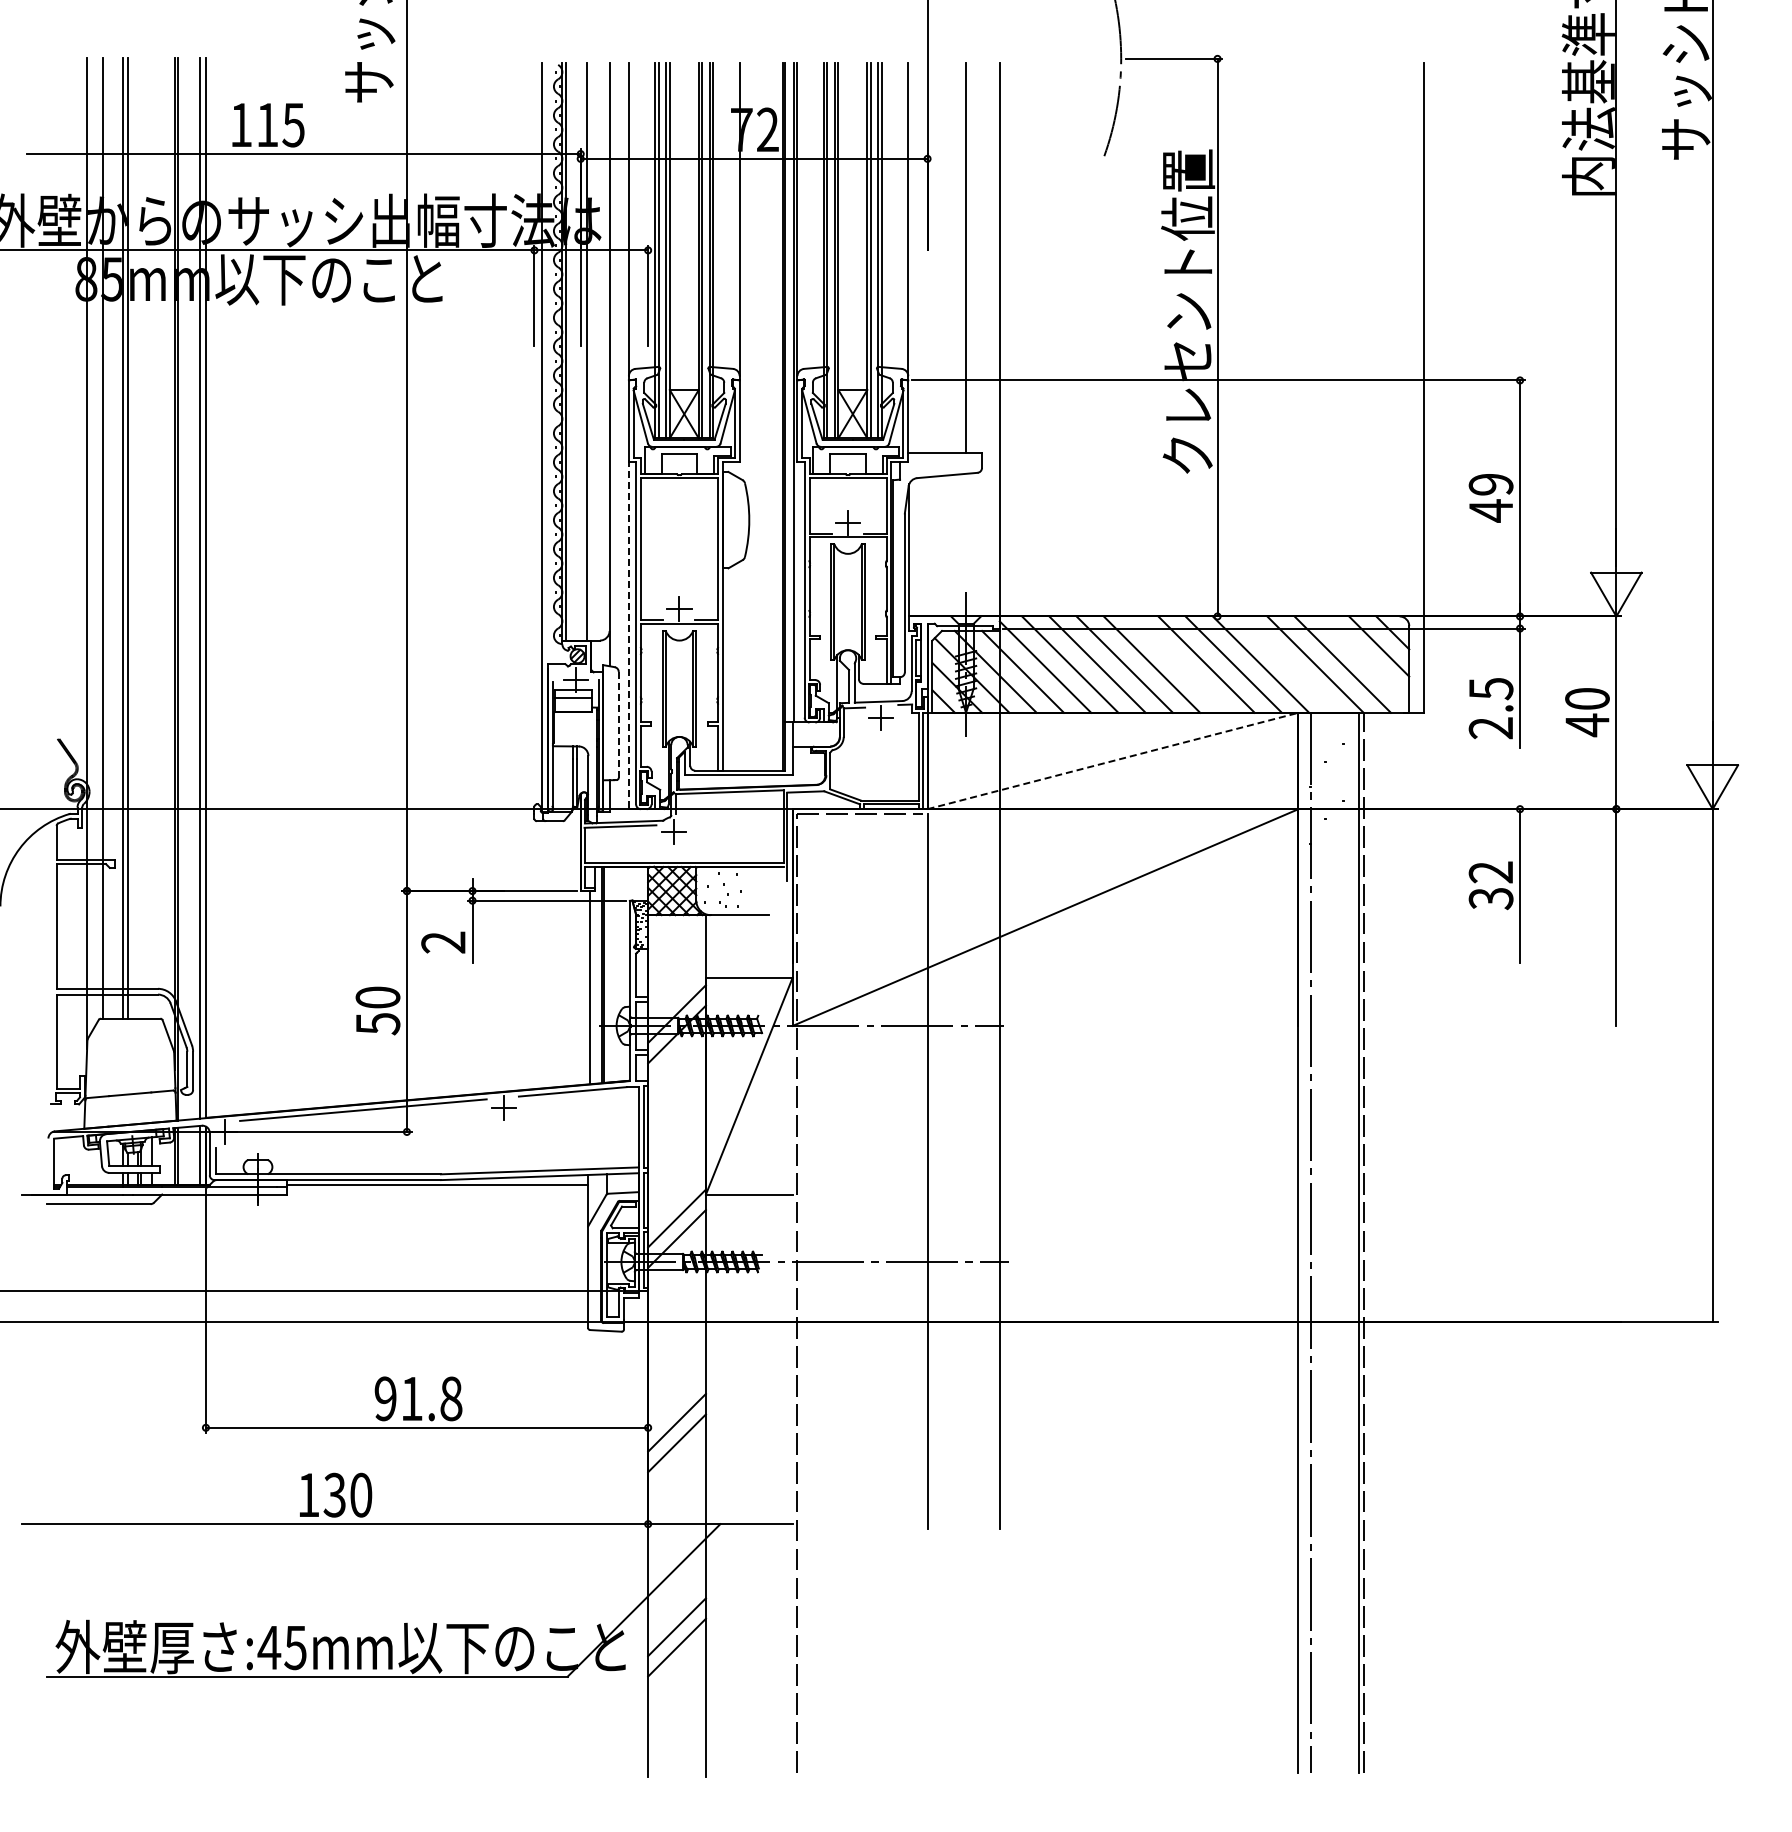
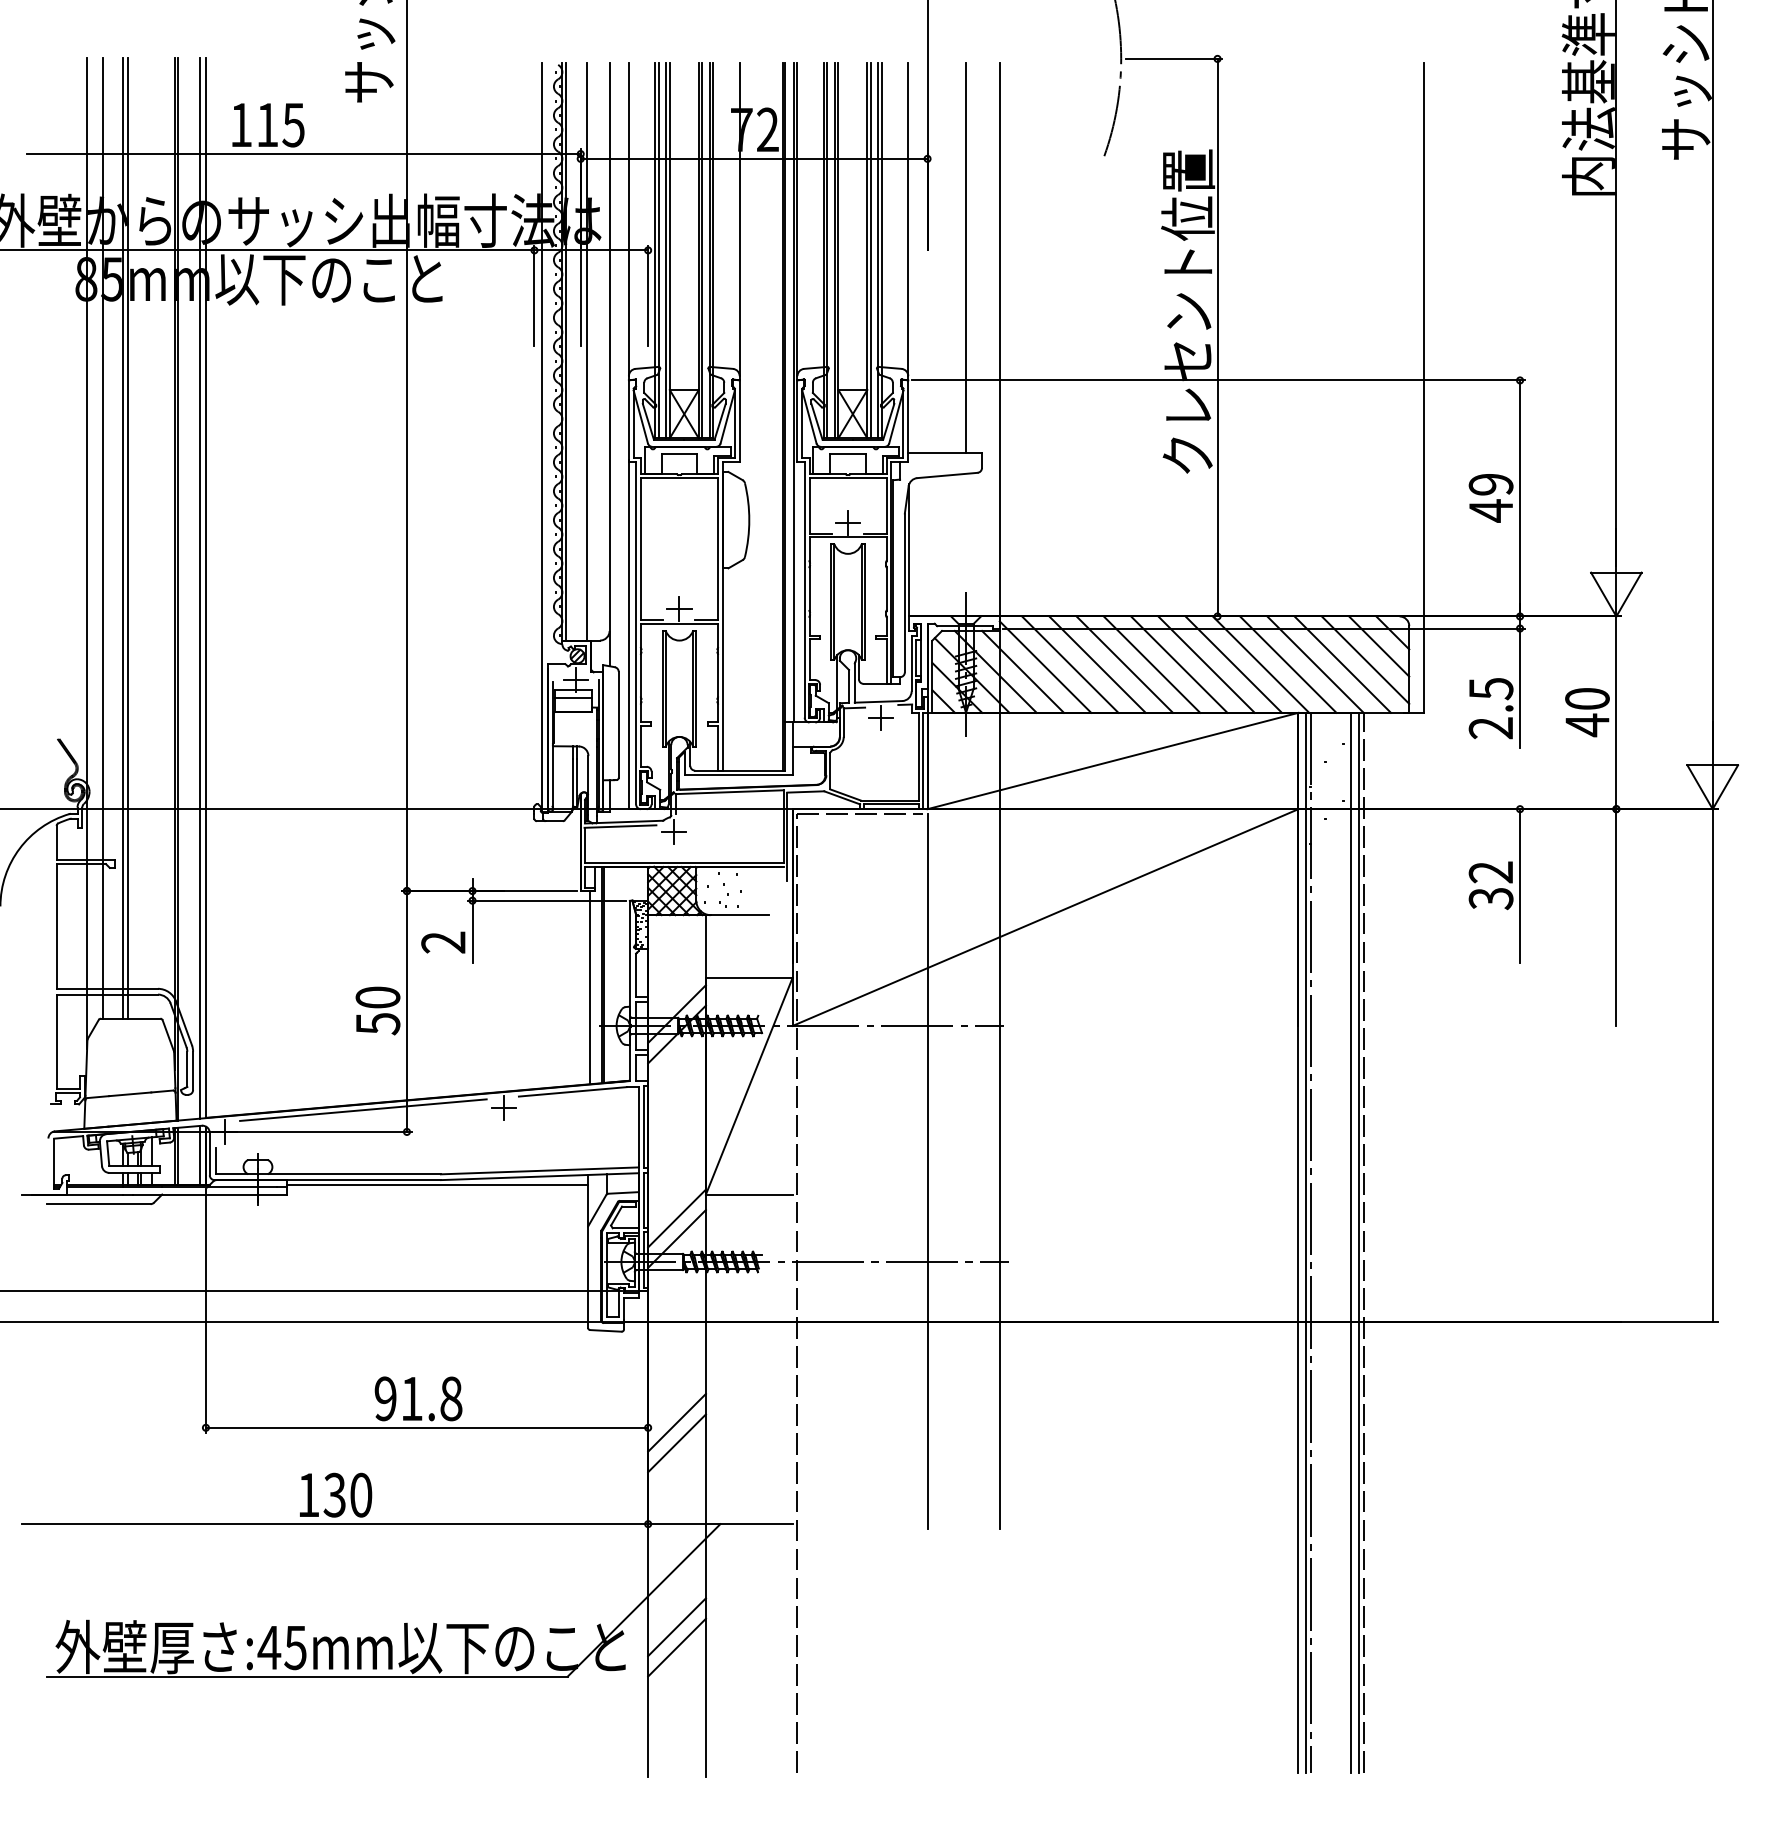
line at (628, 634): dashed -> solid
line at (1365, 659): none -> present
line at (1179, 664): none -> present
line at (1288, 664): none -> present
line at (618, 724): dashed -> solid
line at (1113, 761): dashed -> solid
line at (1305, 1242): none -> present
line at (1351, 1242): none -> present
